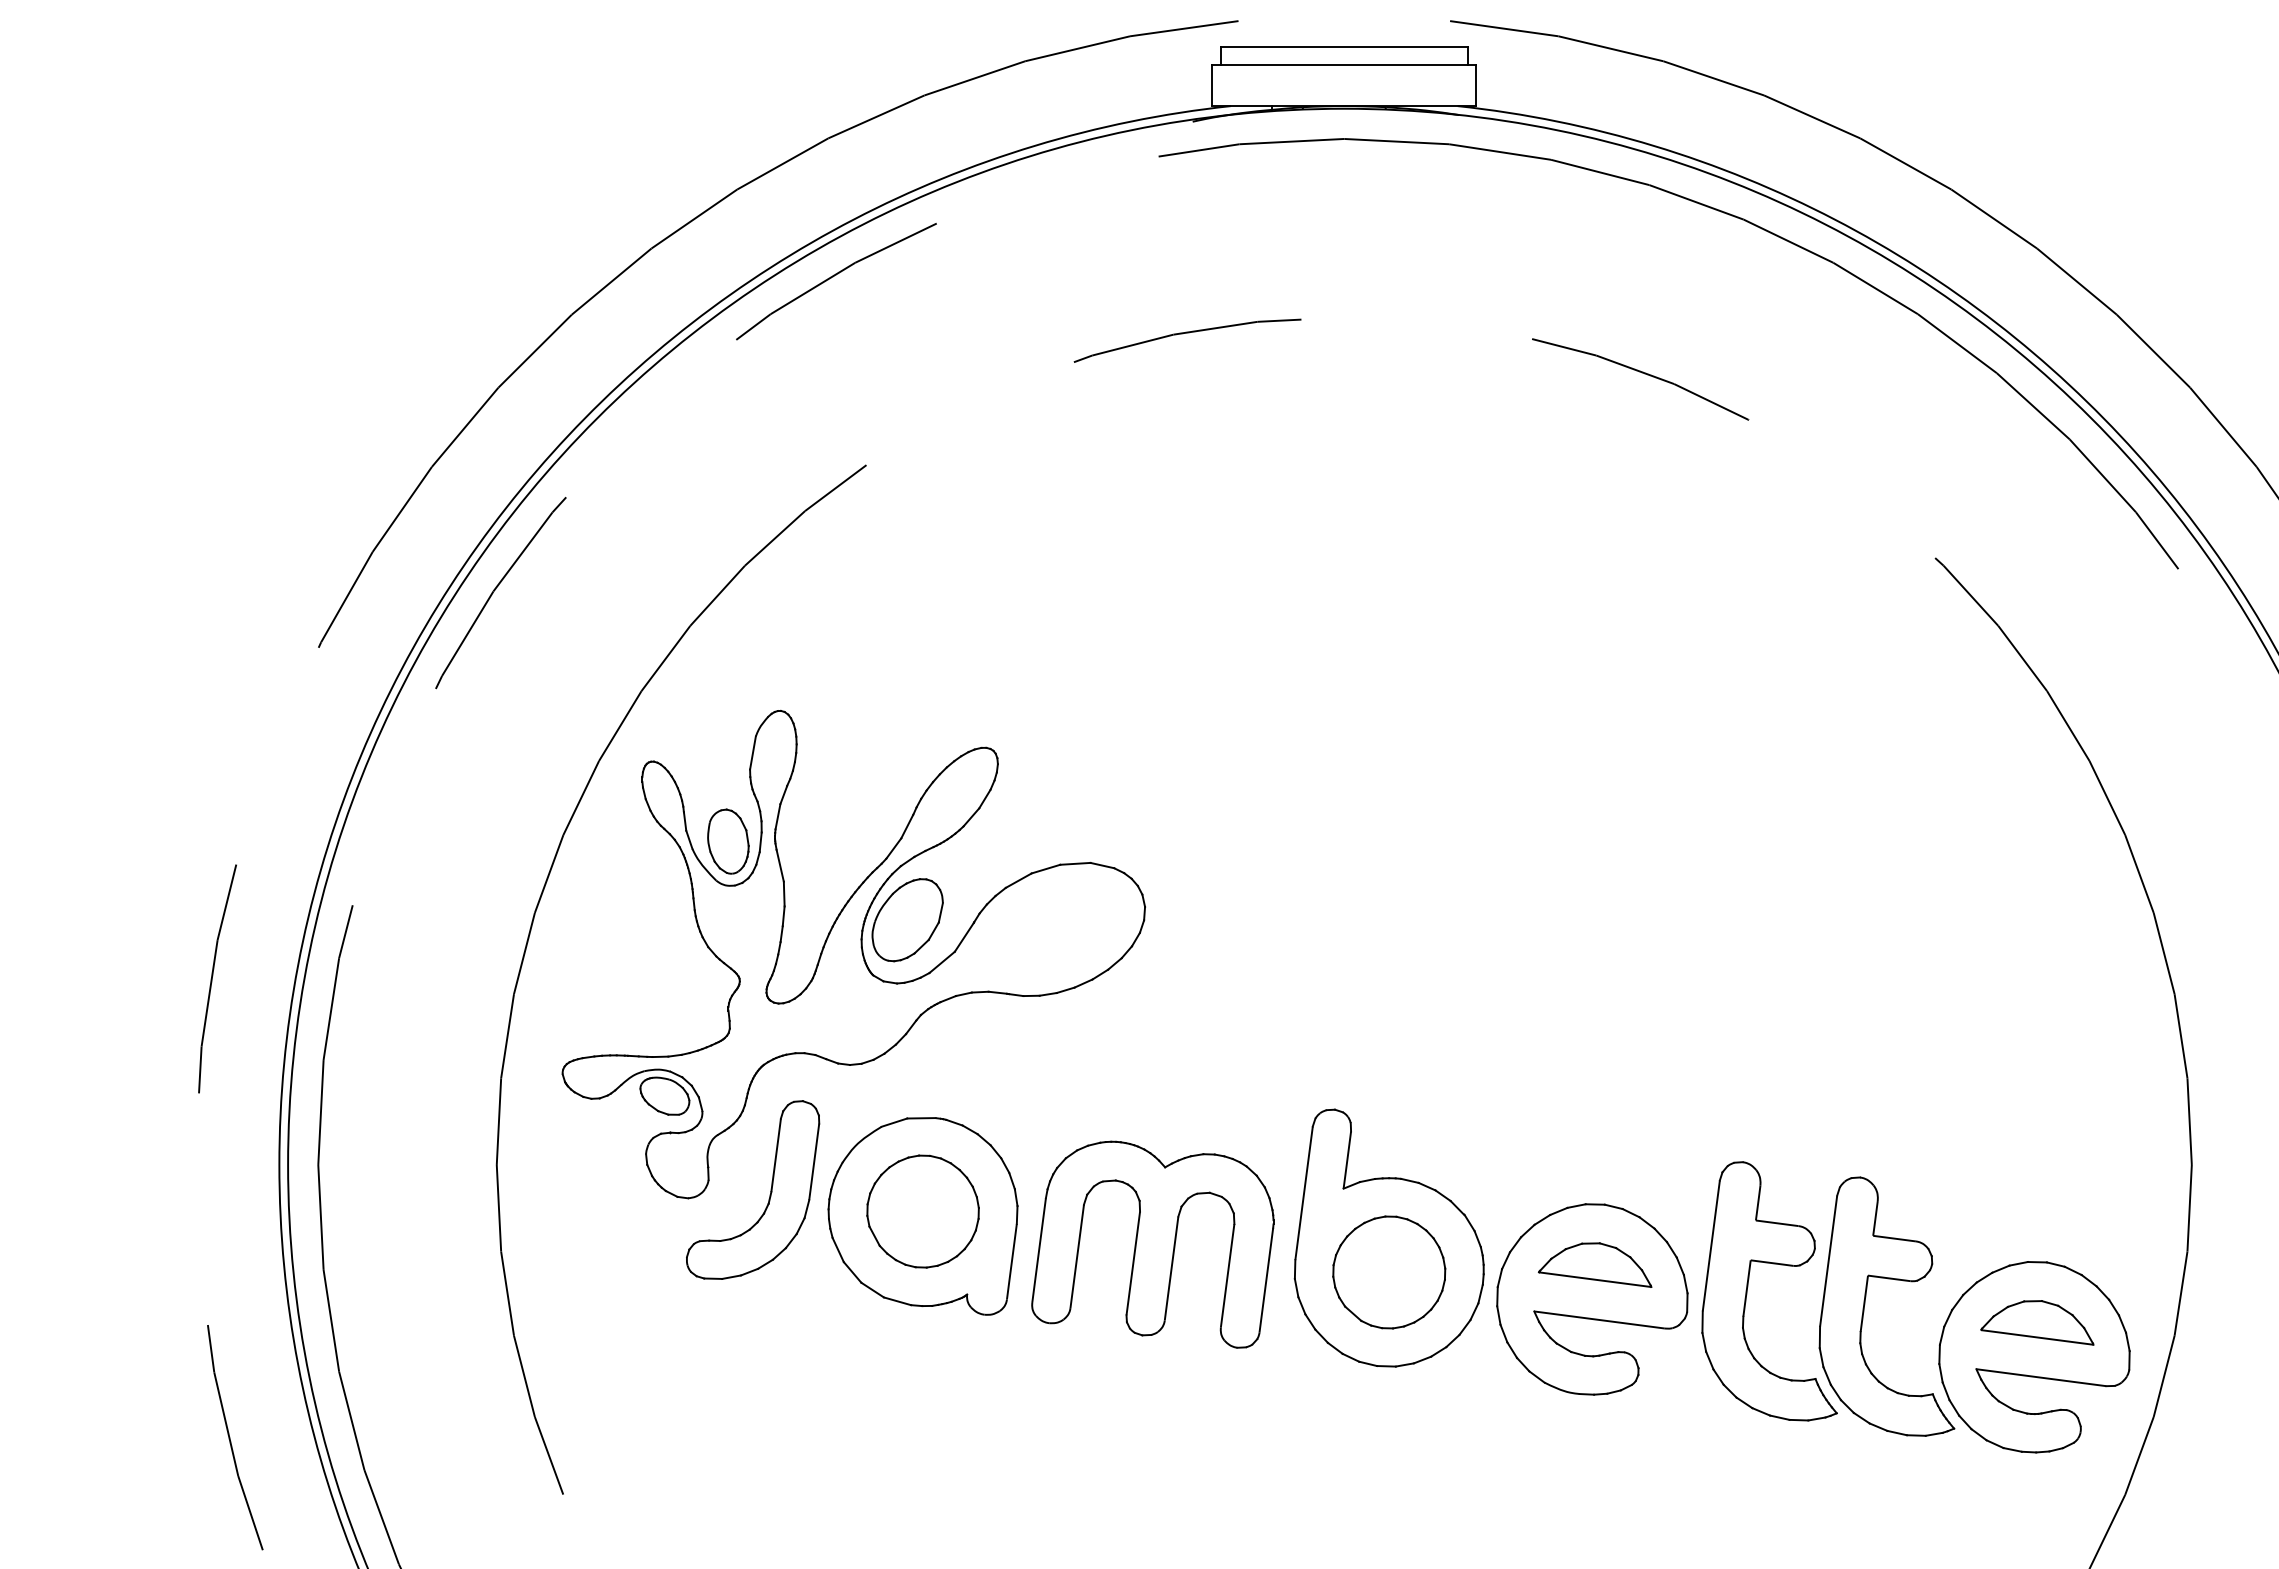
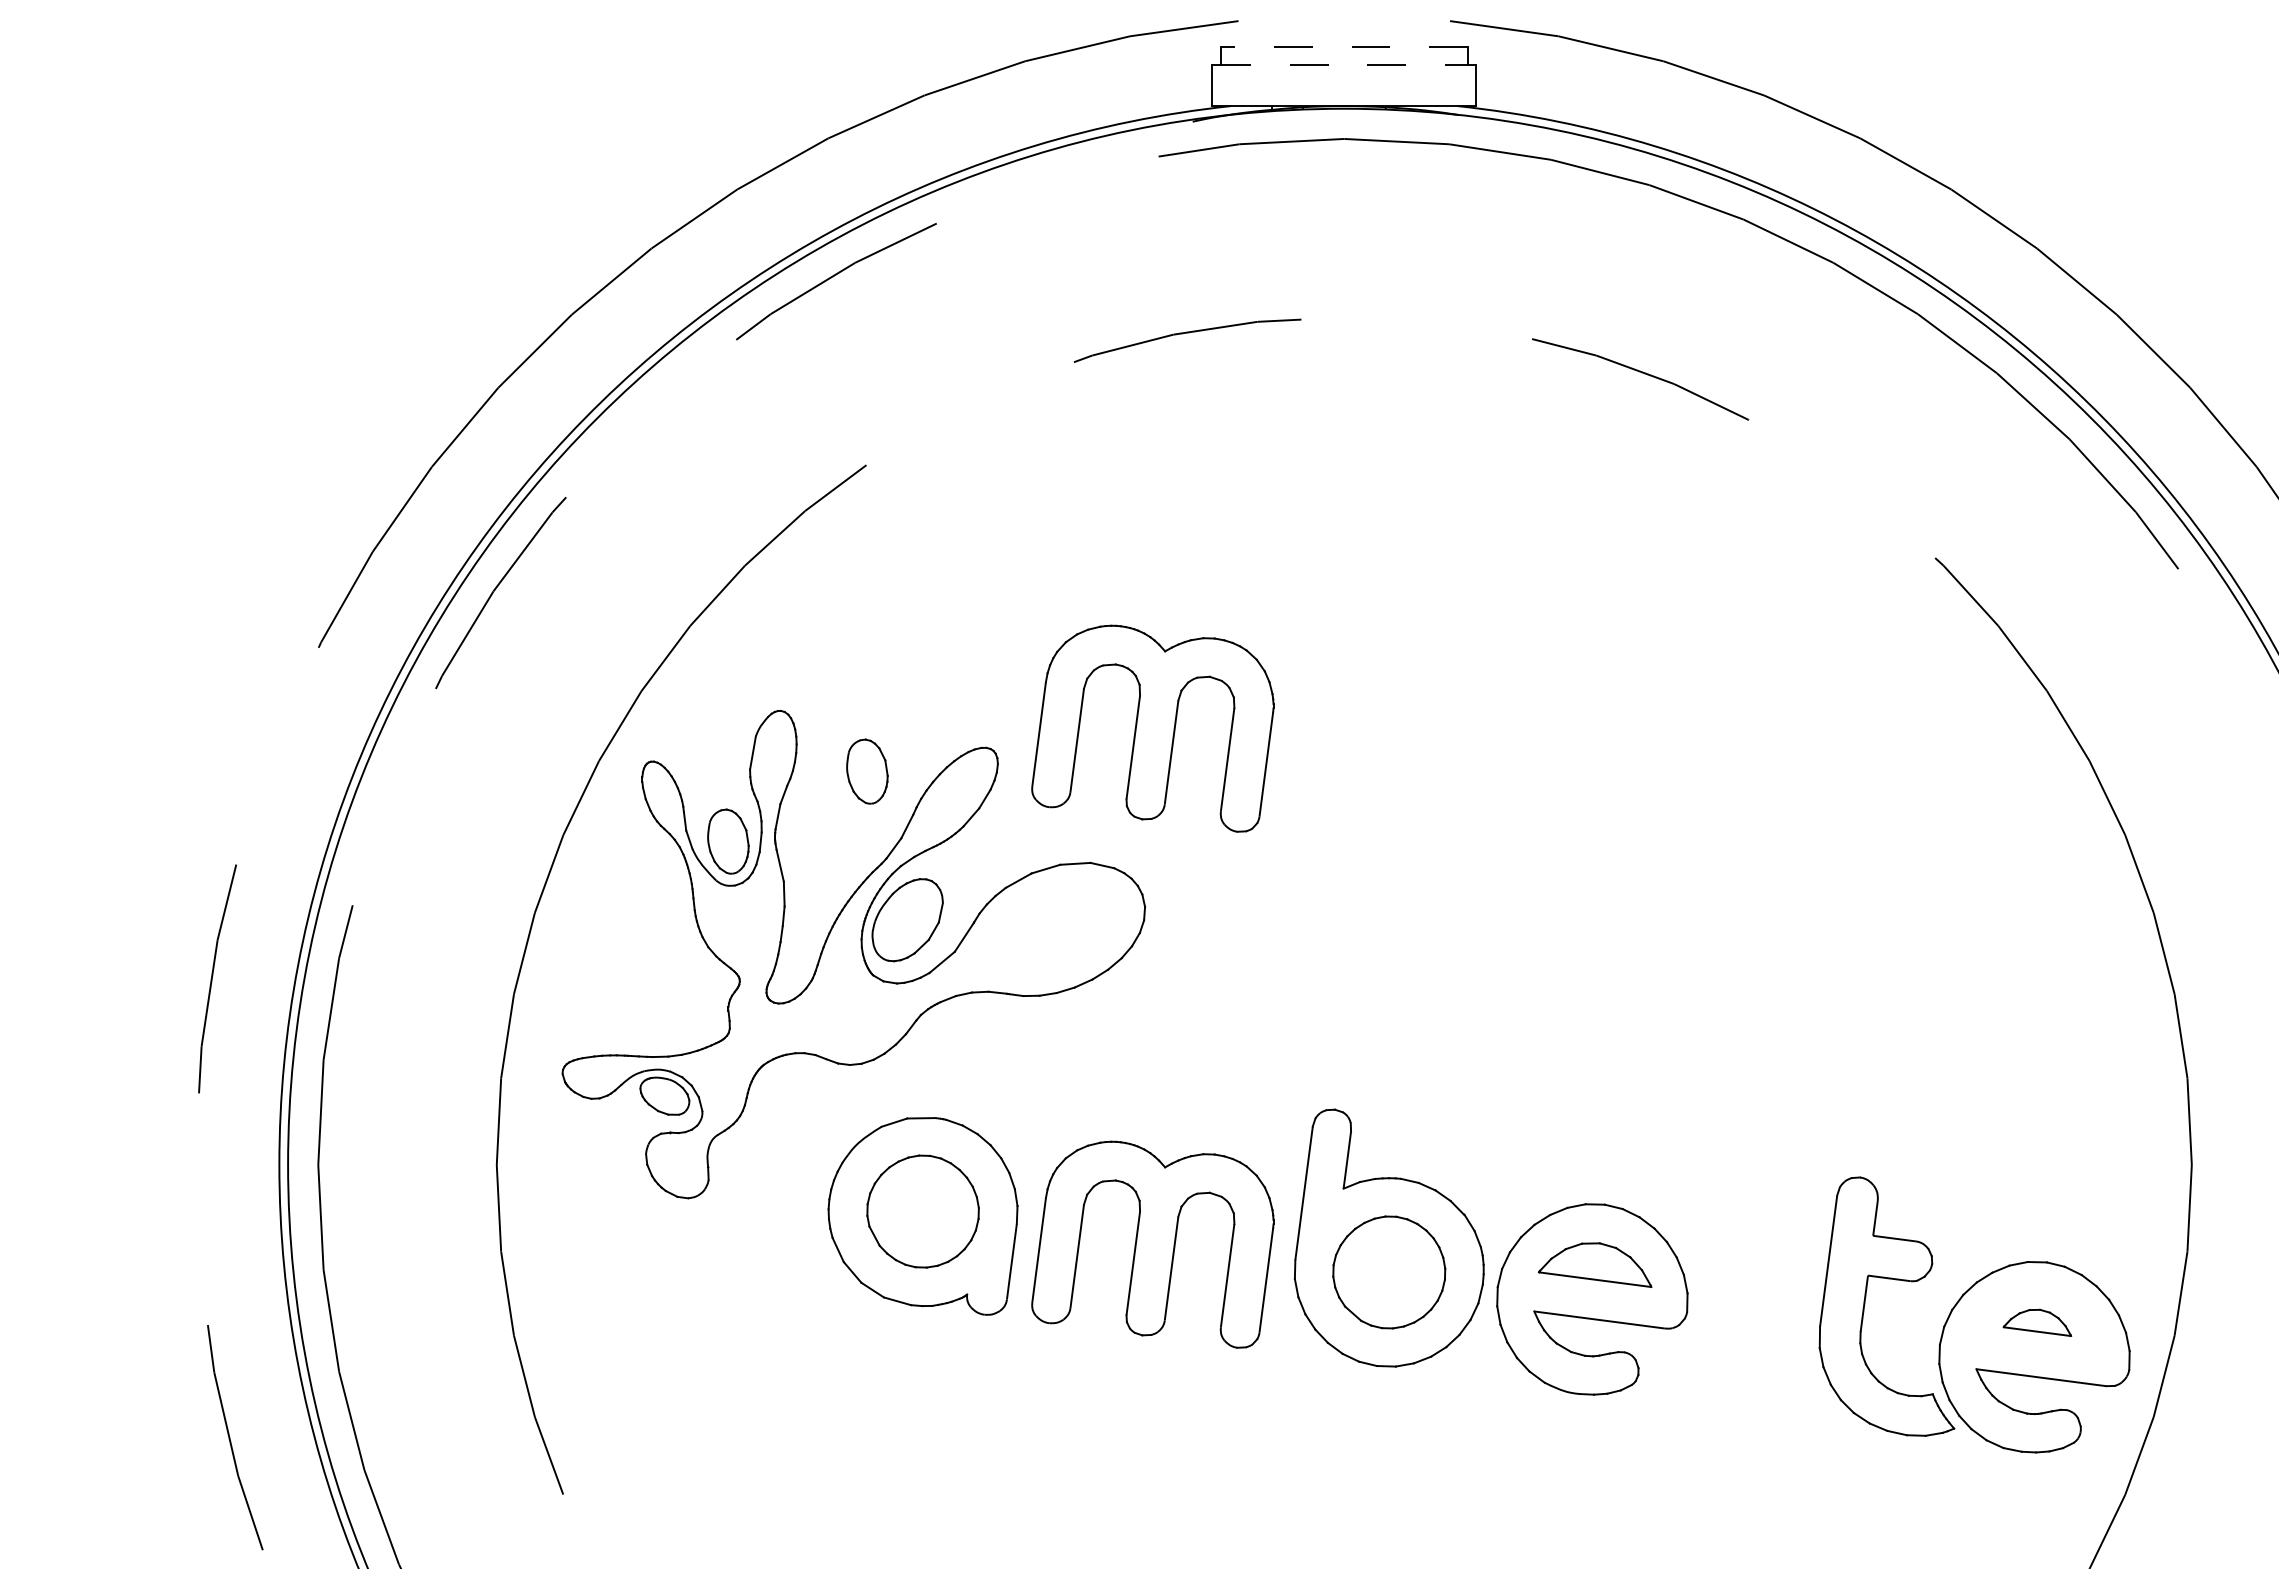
line at (1343, 46): solid -> dashed
line at (1344, 65): solid -> dashed
part at (1152, 728): none -> present
part at (867, 771): none -> present
part at (769, 1194): present -> none
part at (1748, 1287): present -> none
part at (2037, 1322) size: 115x46 px -> 71x30 px
